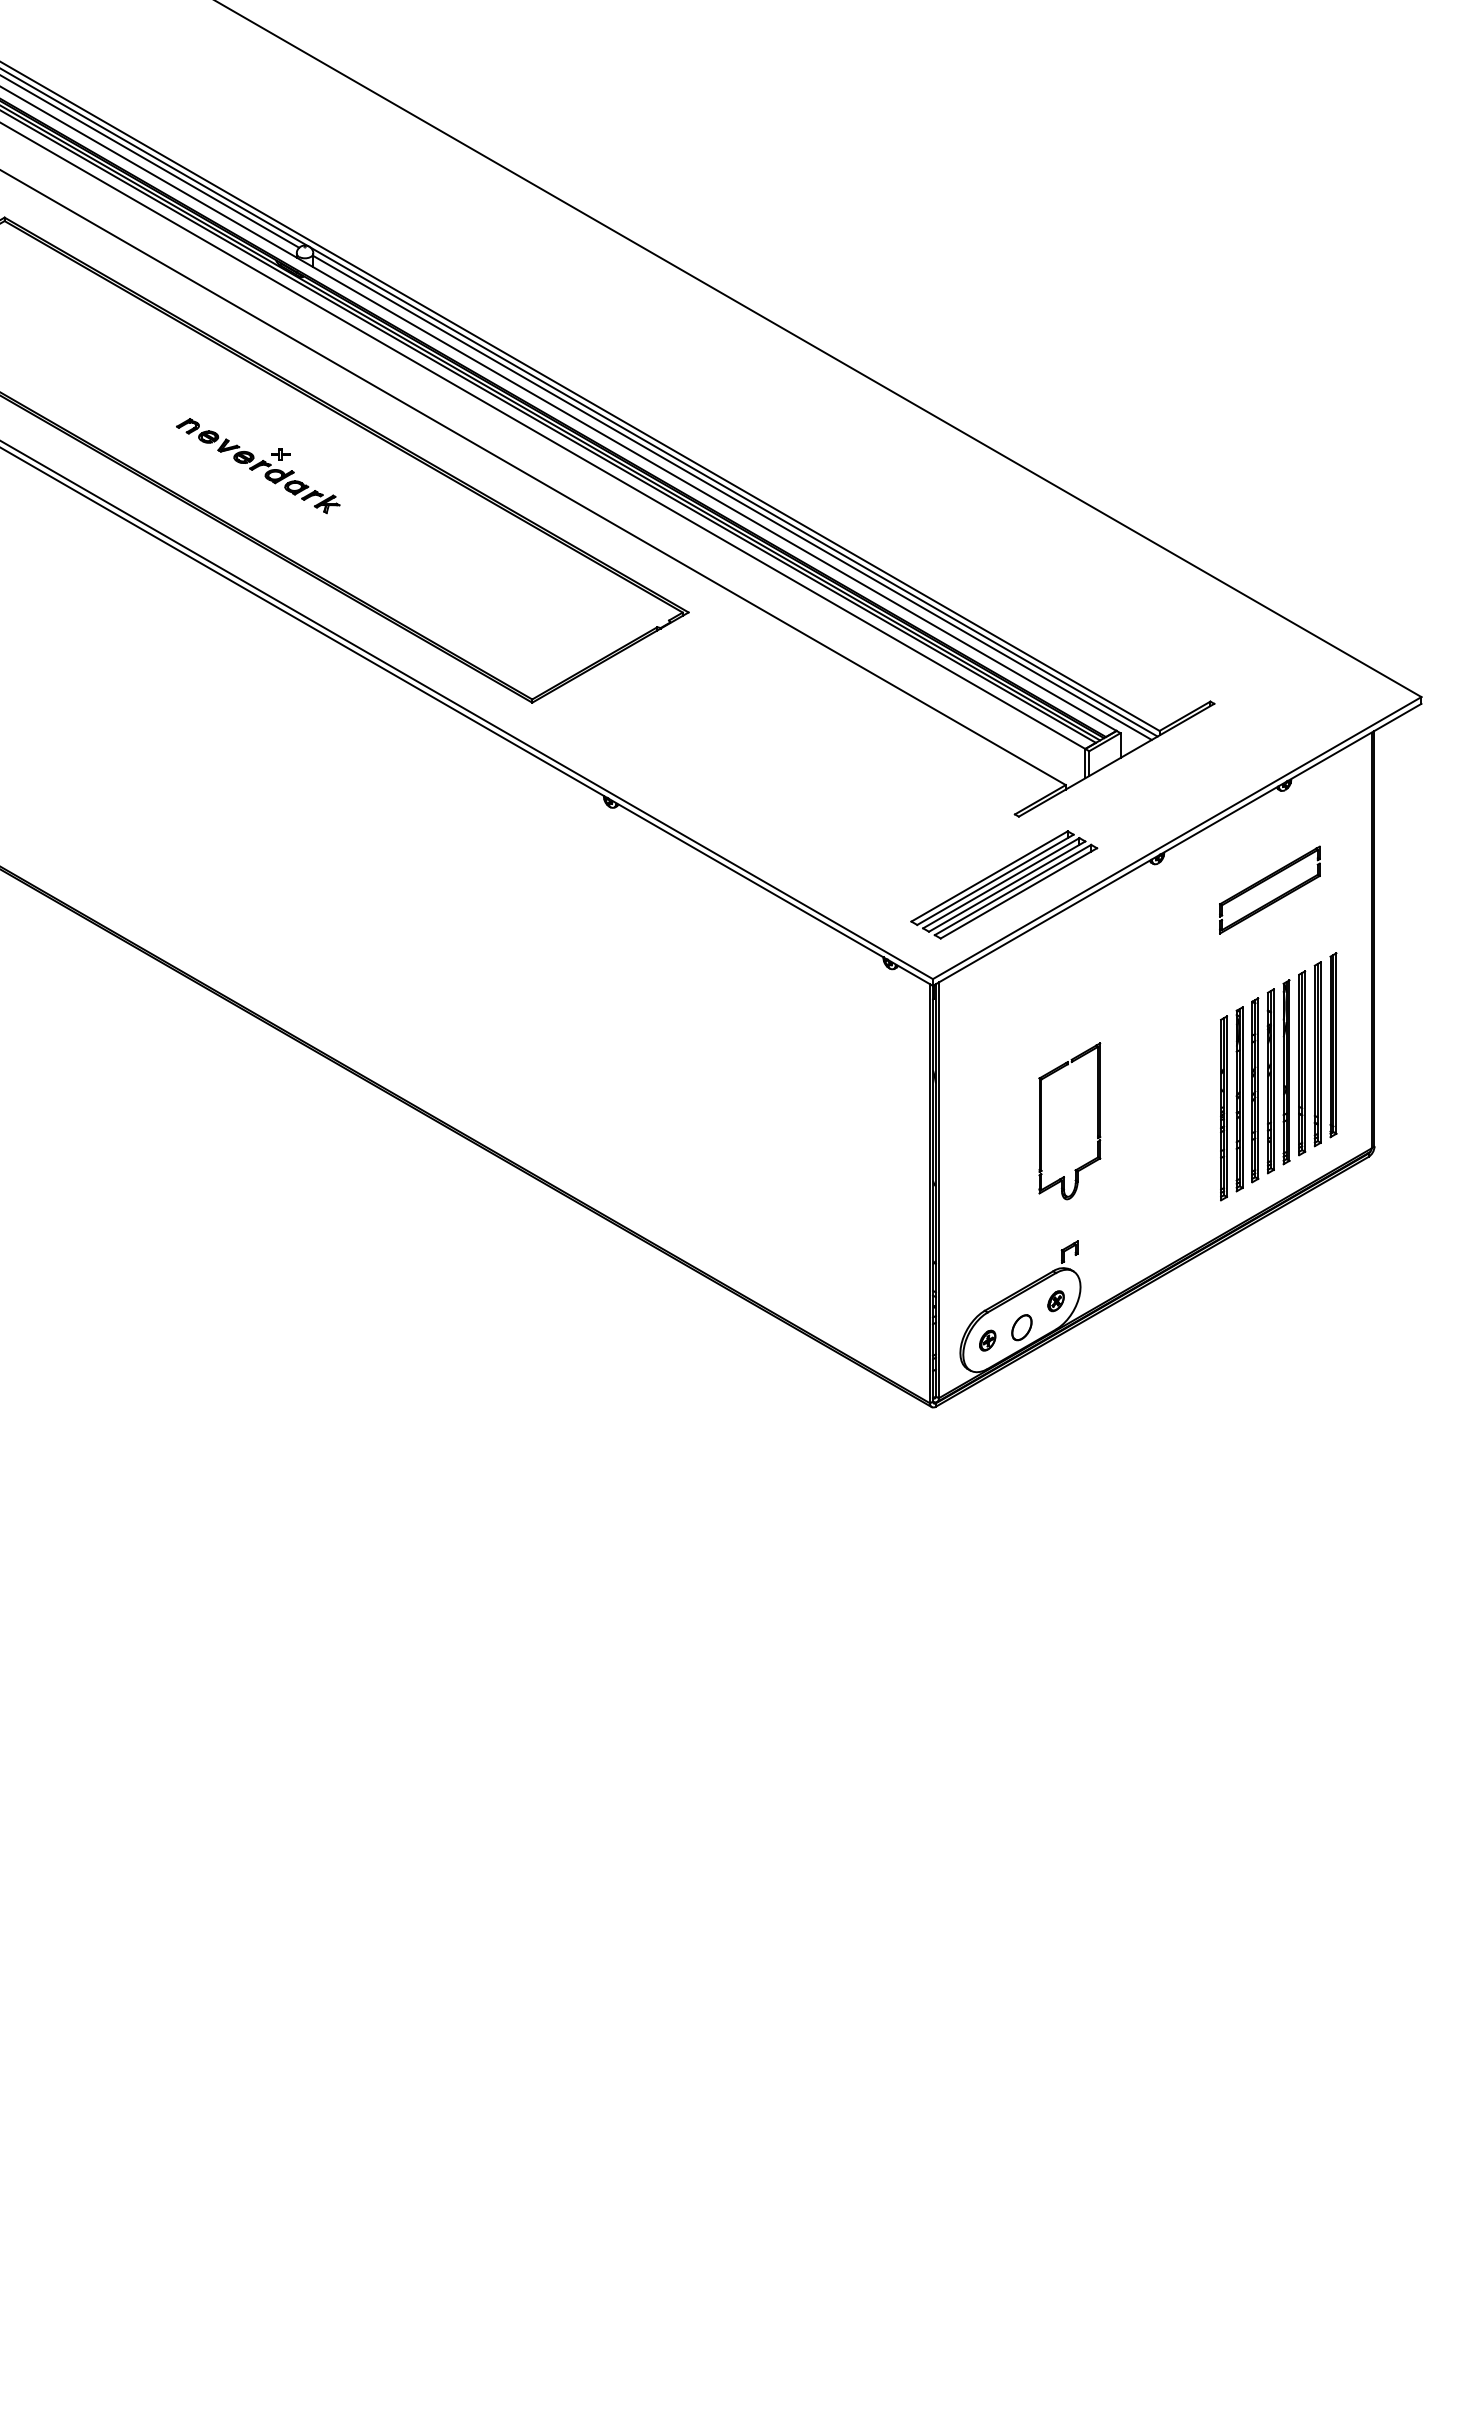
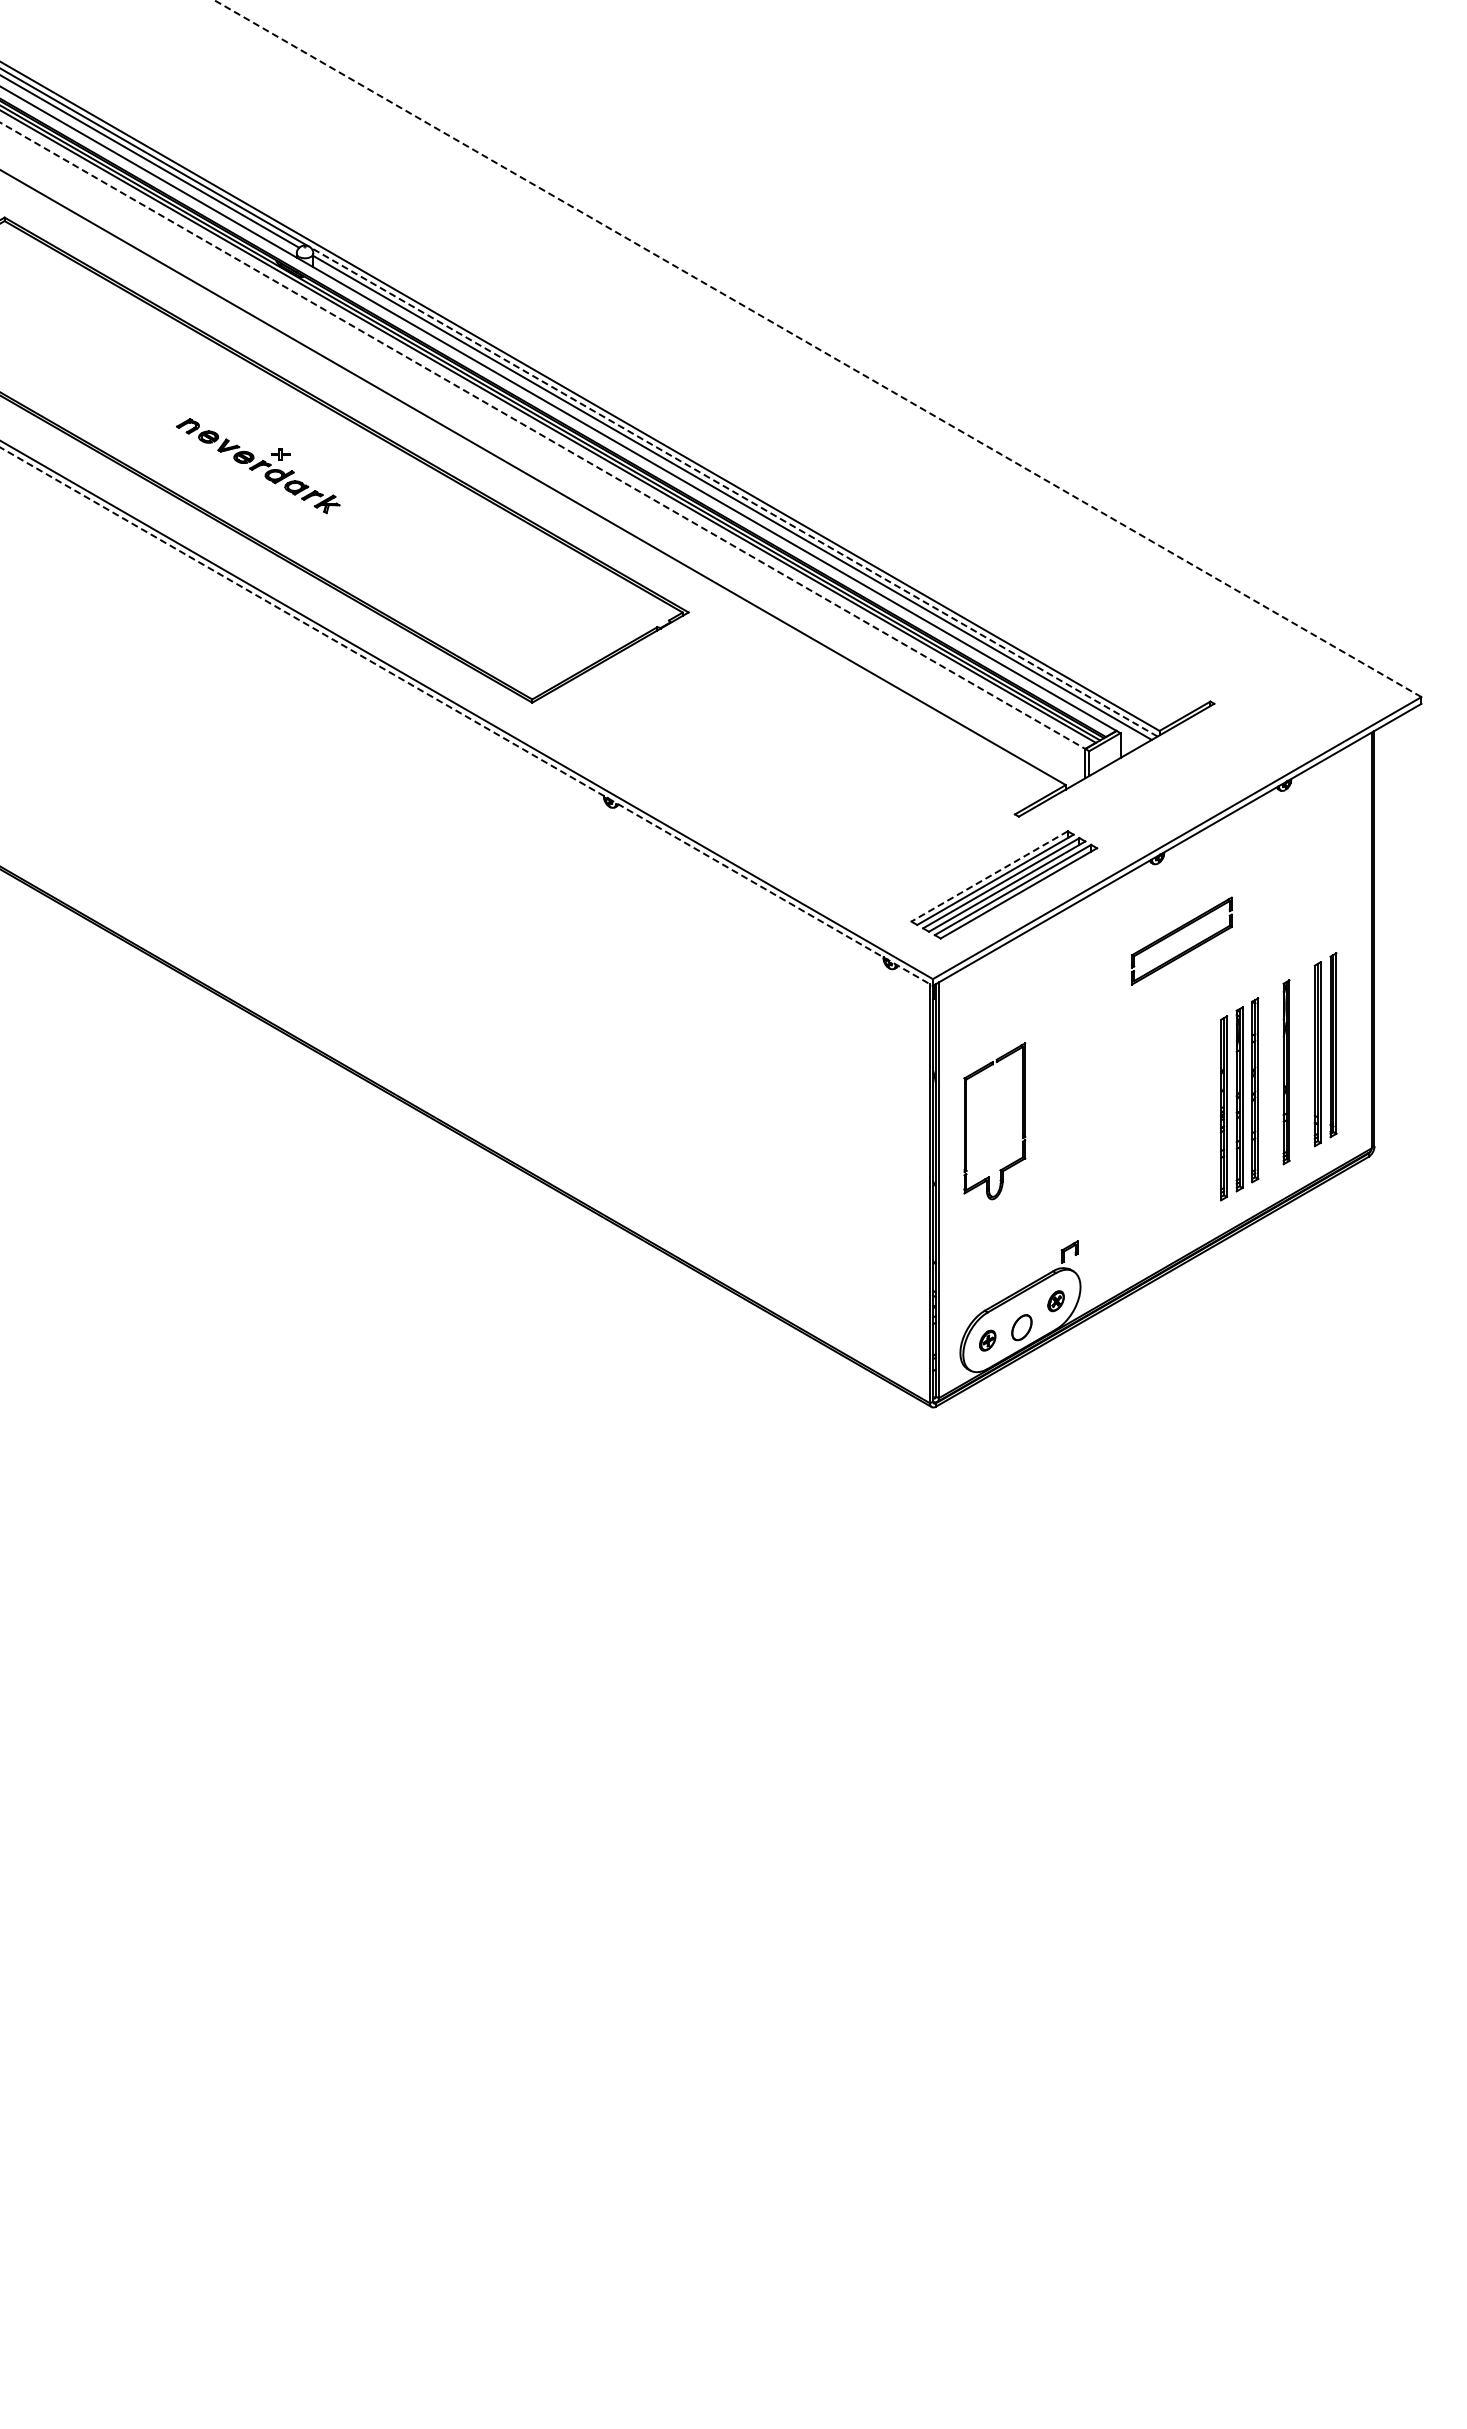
line at (818, 348): solid -> dashed
line at (543, 436): solid -> dashed
line at (733, 491): solid -> dashed
line at (467, 717): solid -> dashed
line at (989, 876): solid -> dashed
part at (1265, 881) position: (1265, 881) -> (1177, 932)
part at (1302, 1063): present -> none
part at (1270, 1081): present -> none
part at (1041, 1121) position: (1041, 1121) -> (966, 1121)
